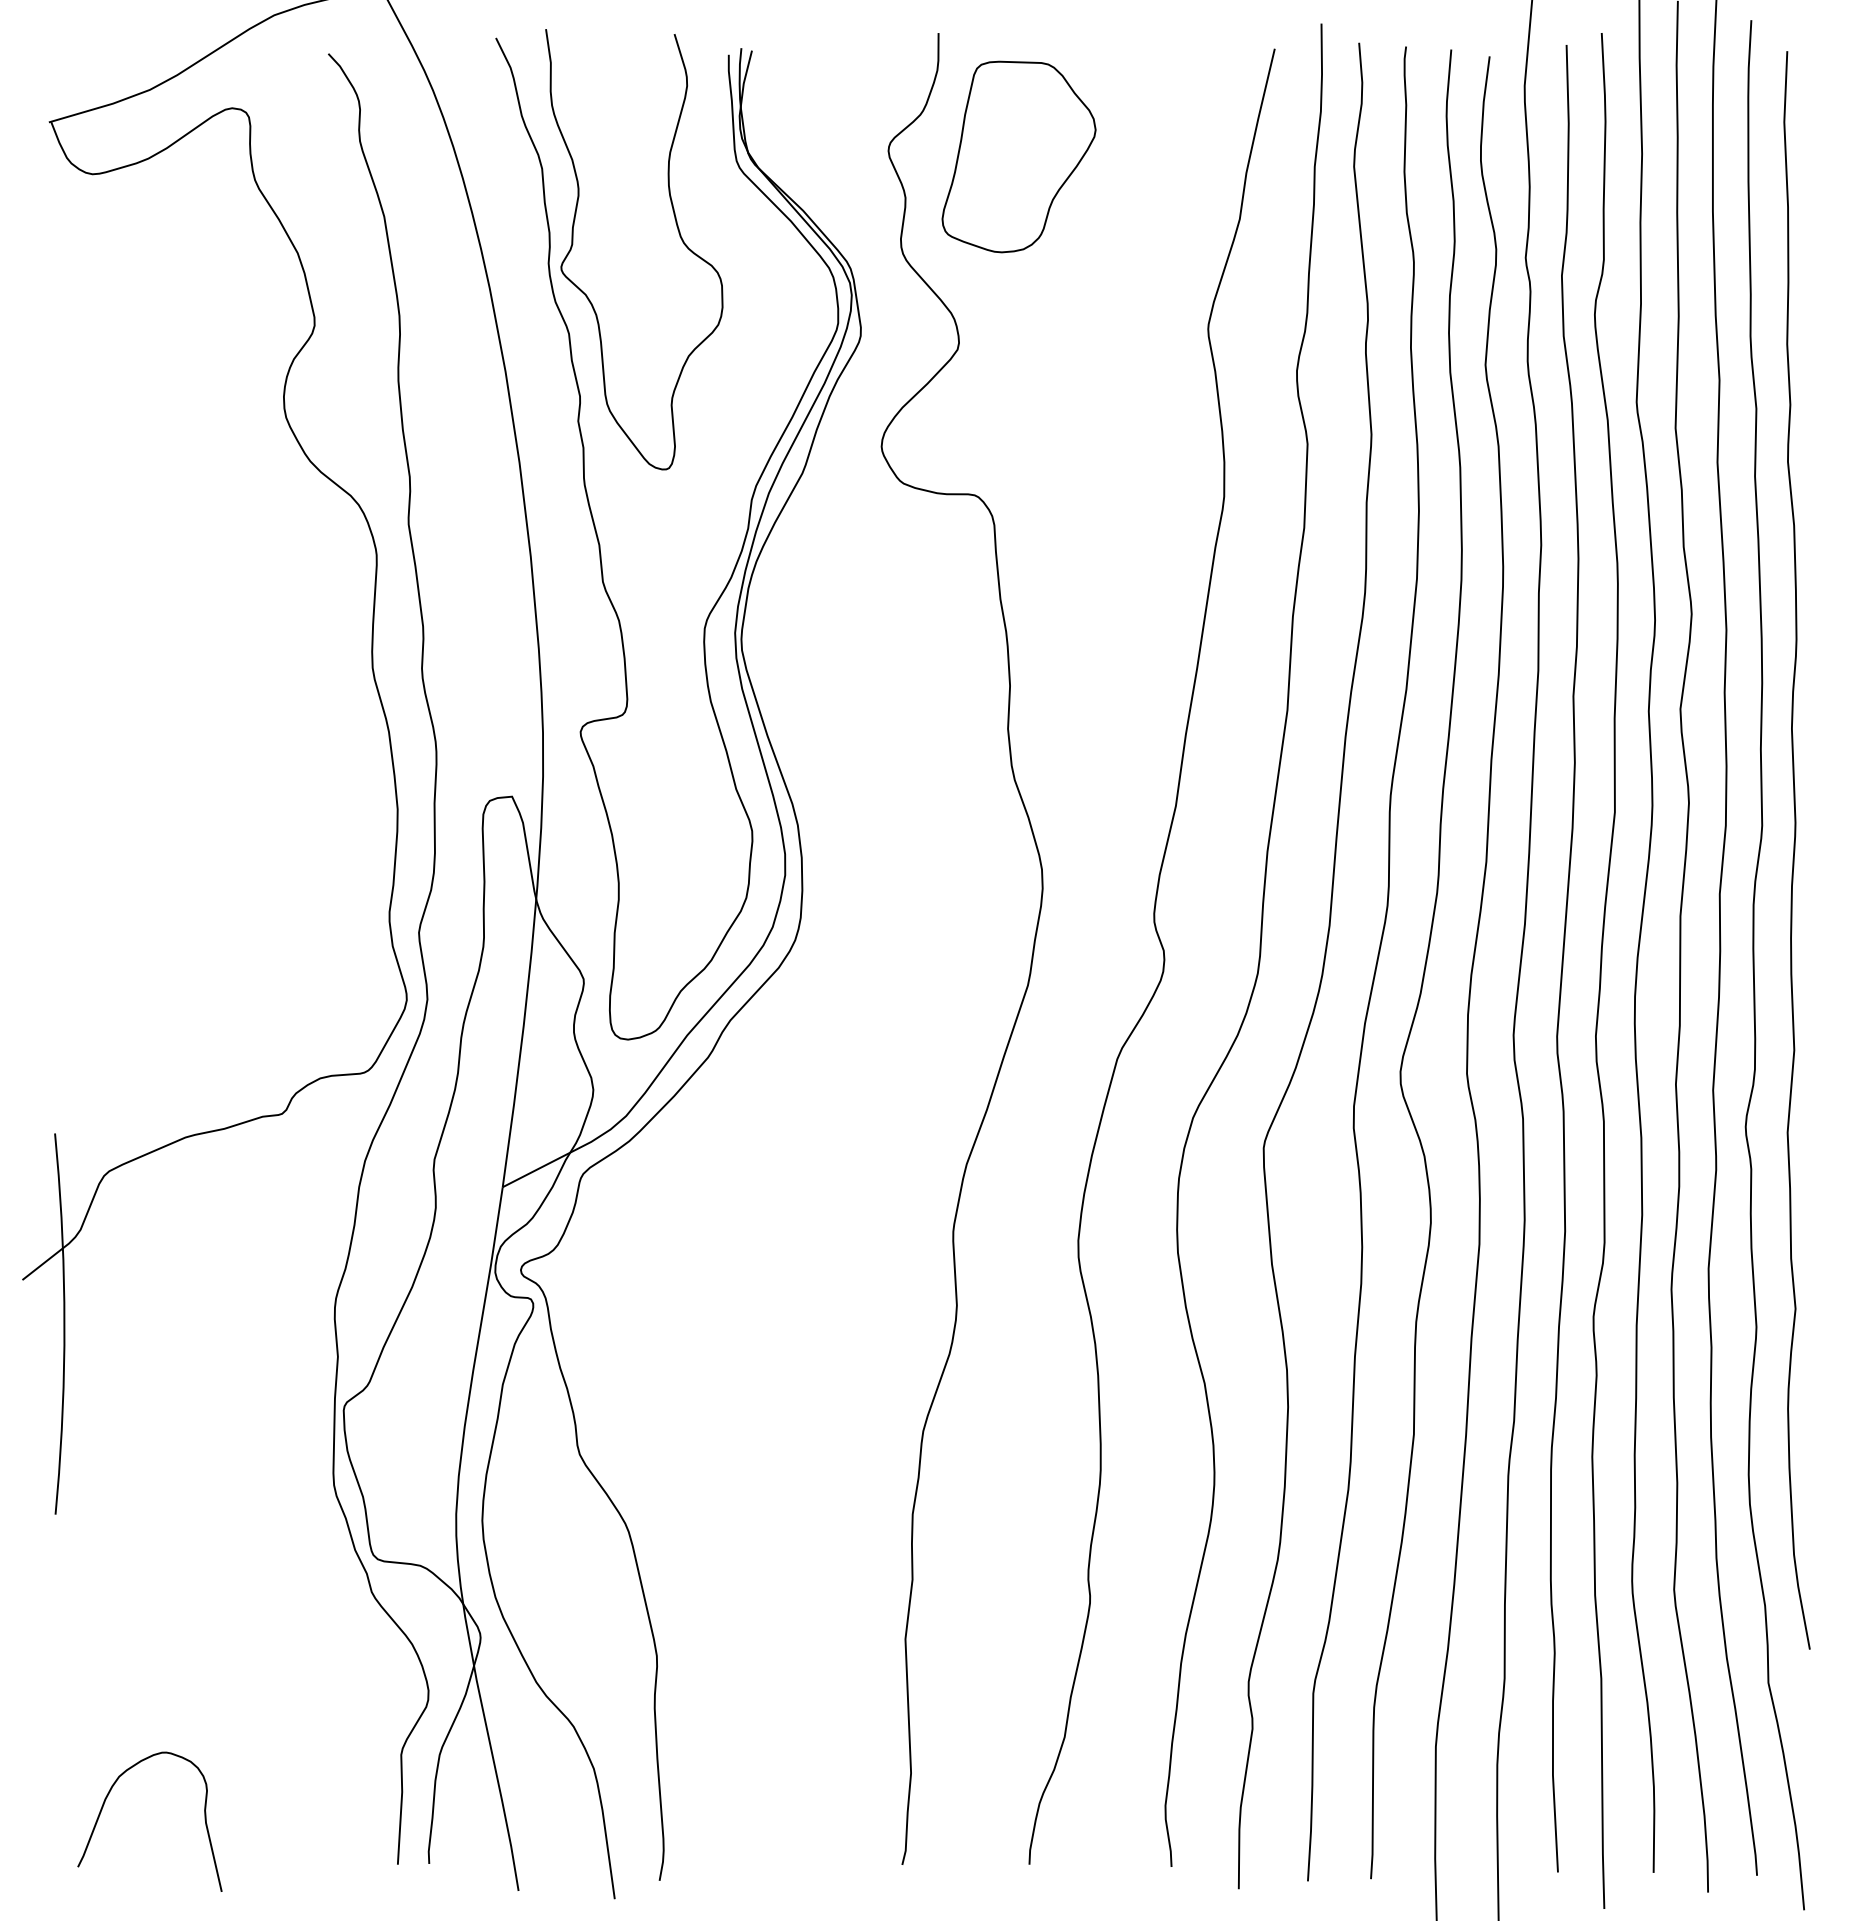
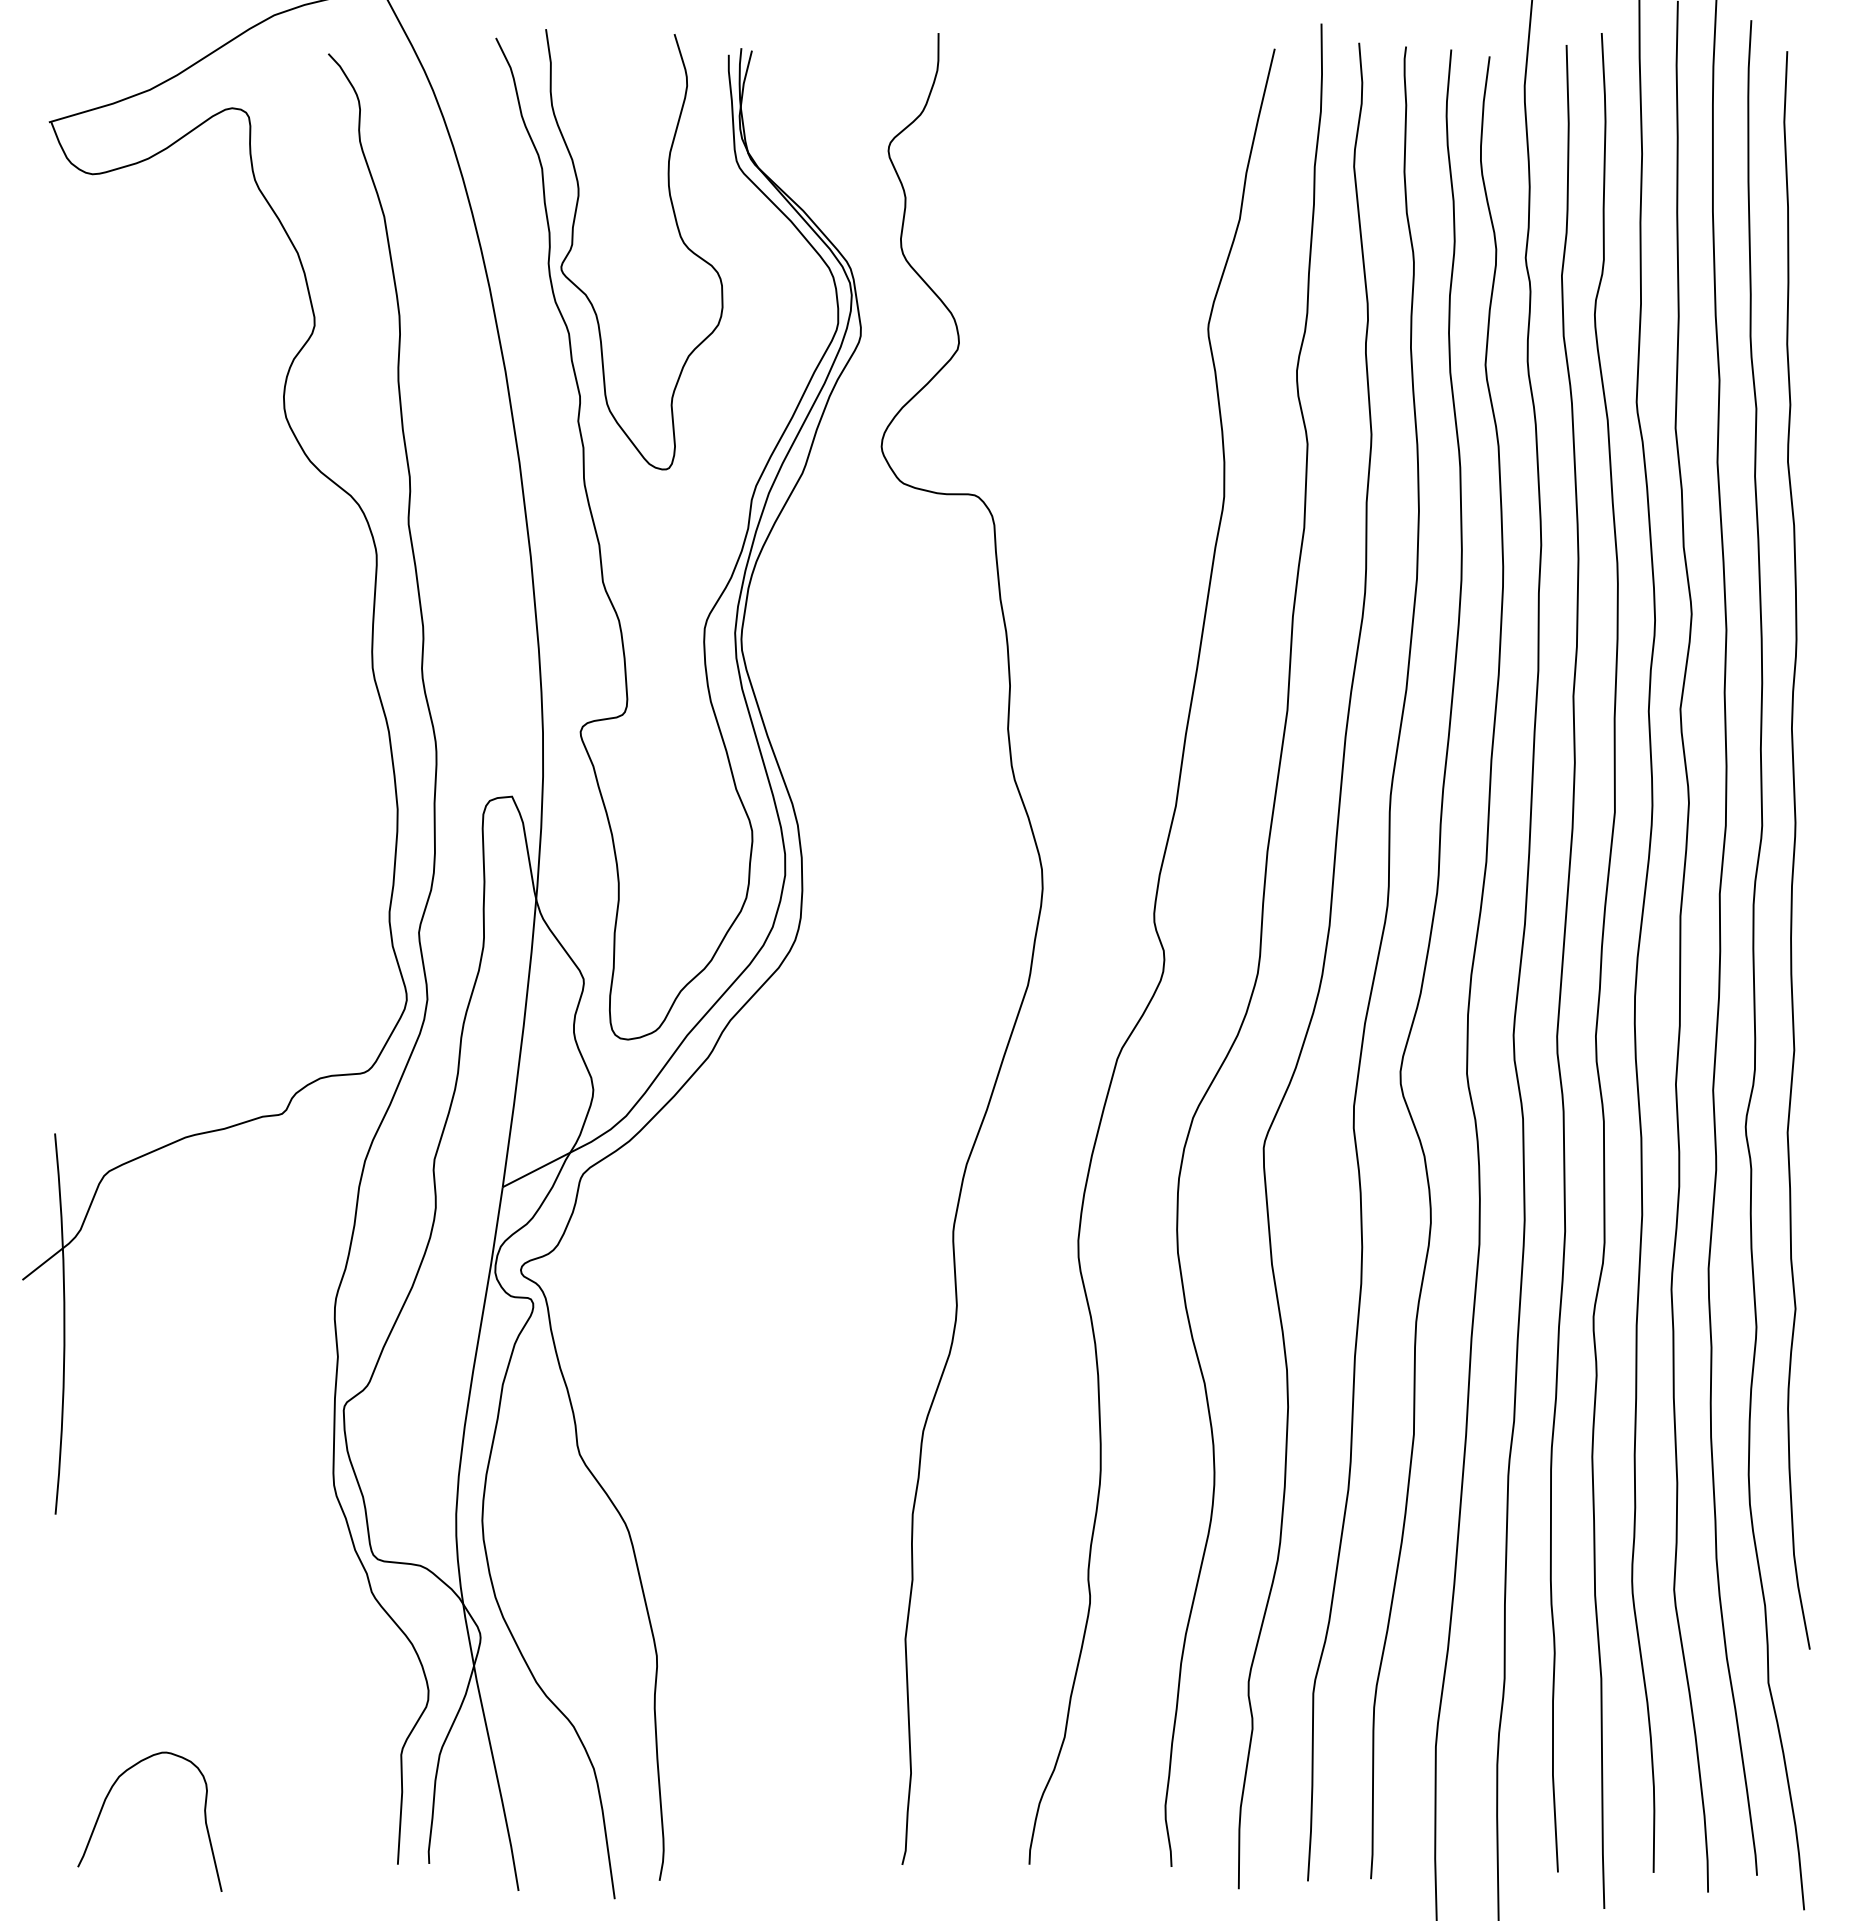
part at (1018, 156): present -> none
